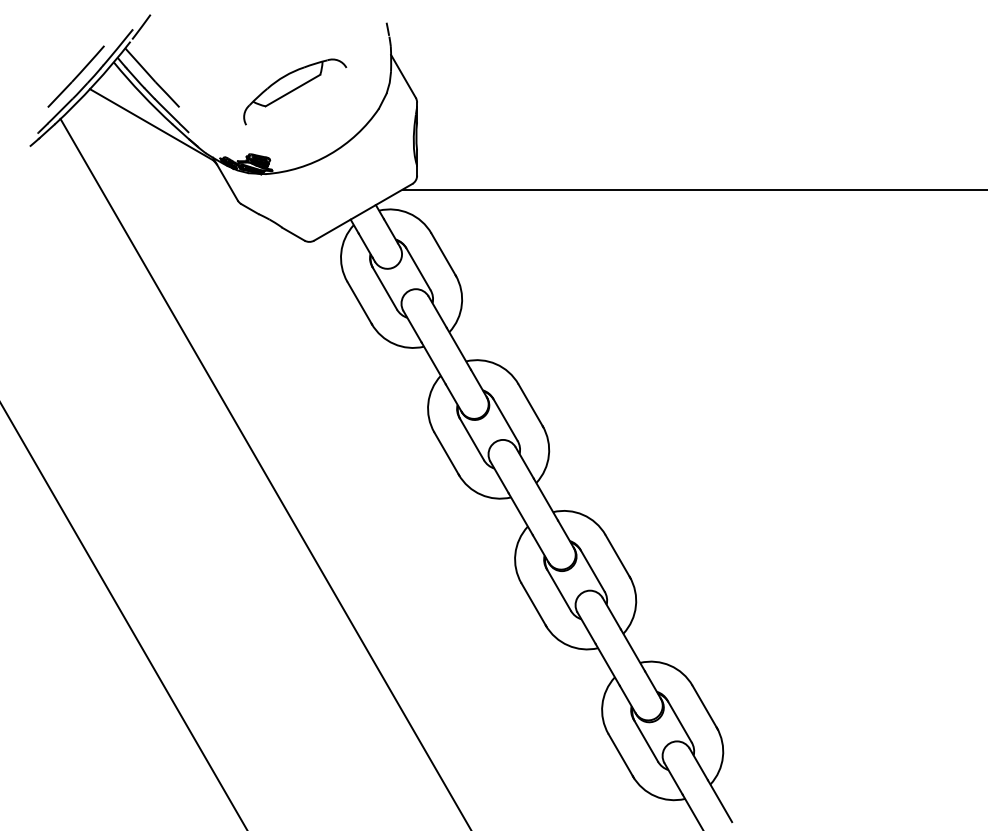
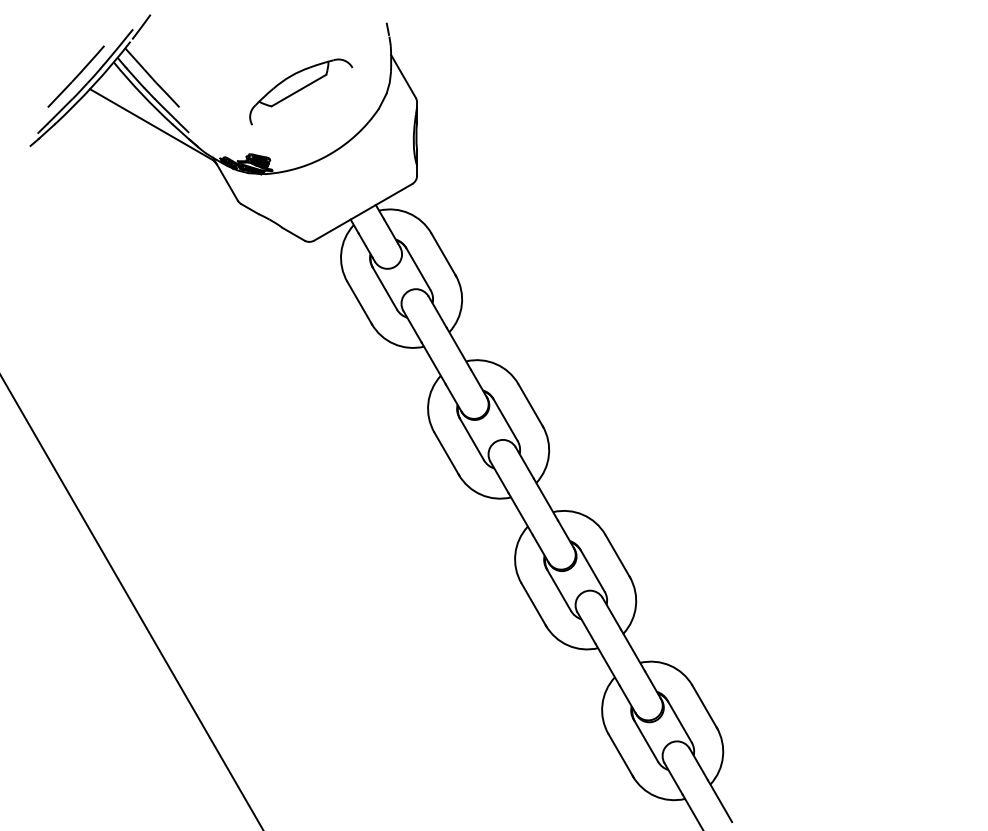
part at (295, 91) position: (295, 91) -> (301, 91)
line at (693, 189): present -> none
line at (264, 472): present -> none
line at (123, 616) position: (123, 616) -> (131, 602)
